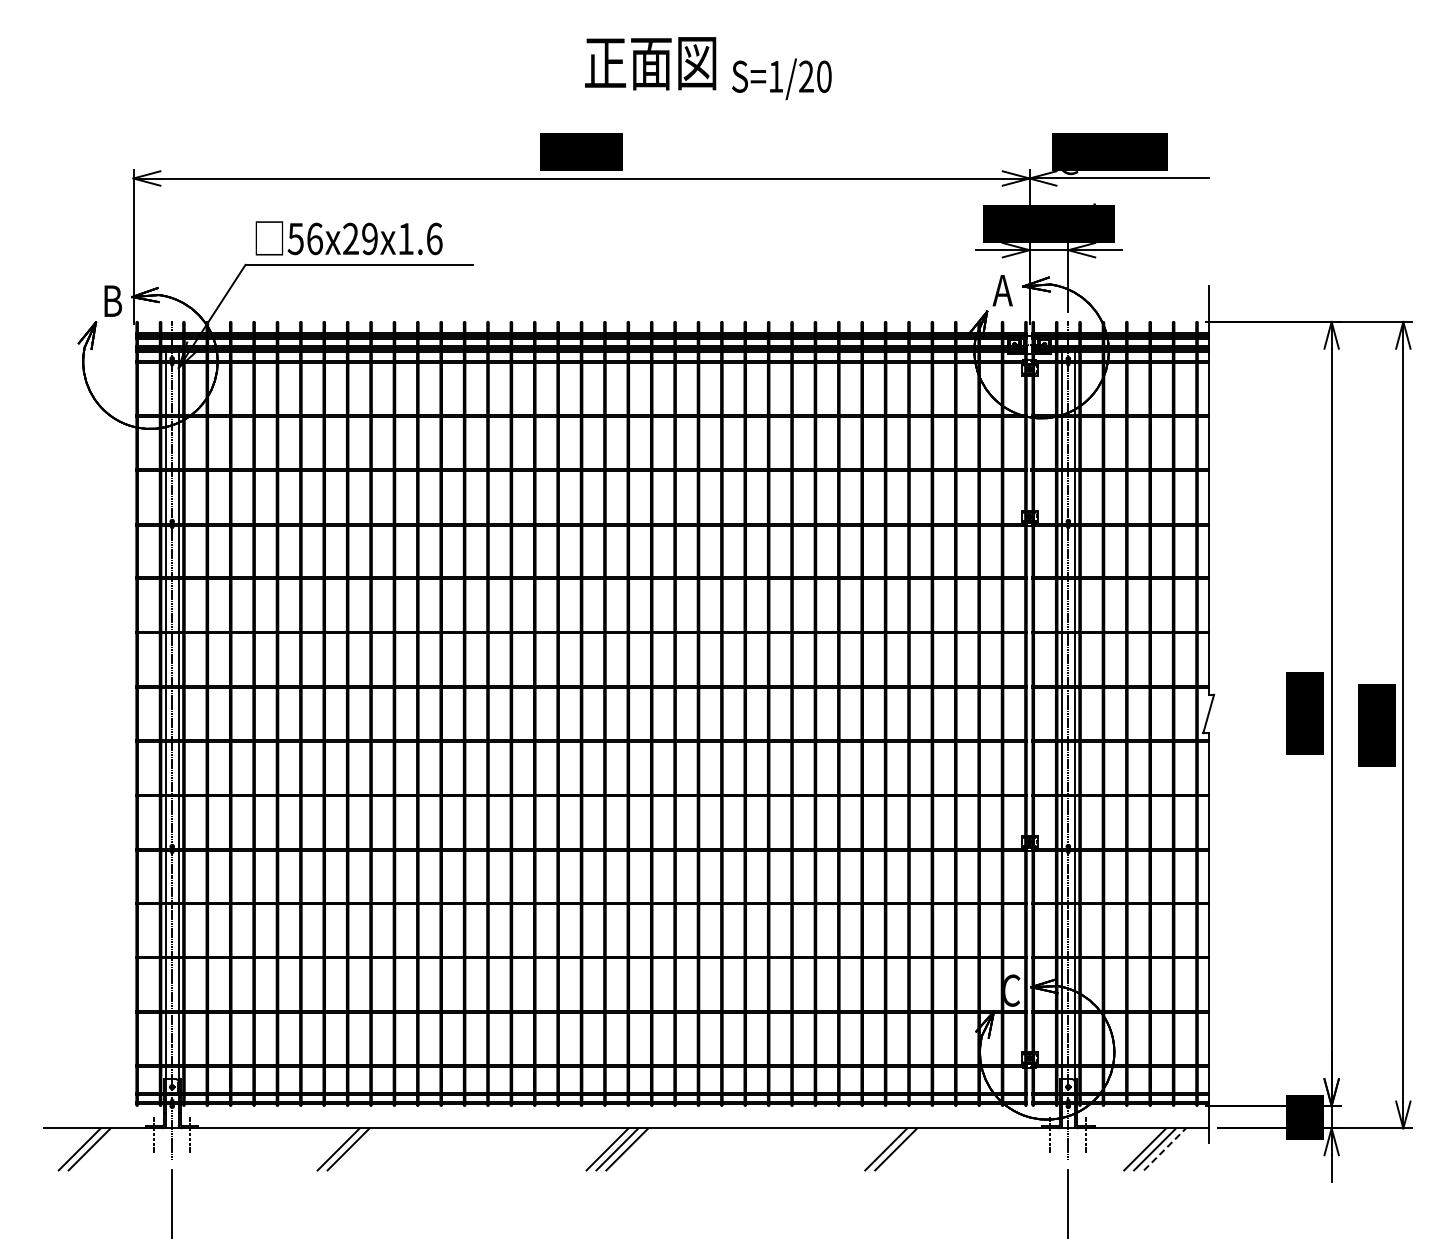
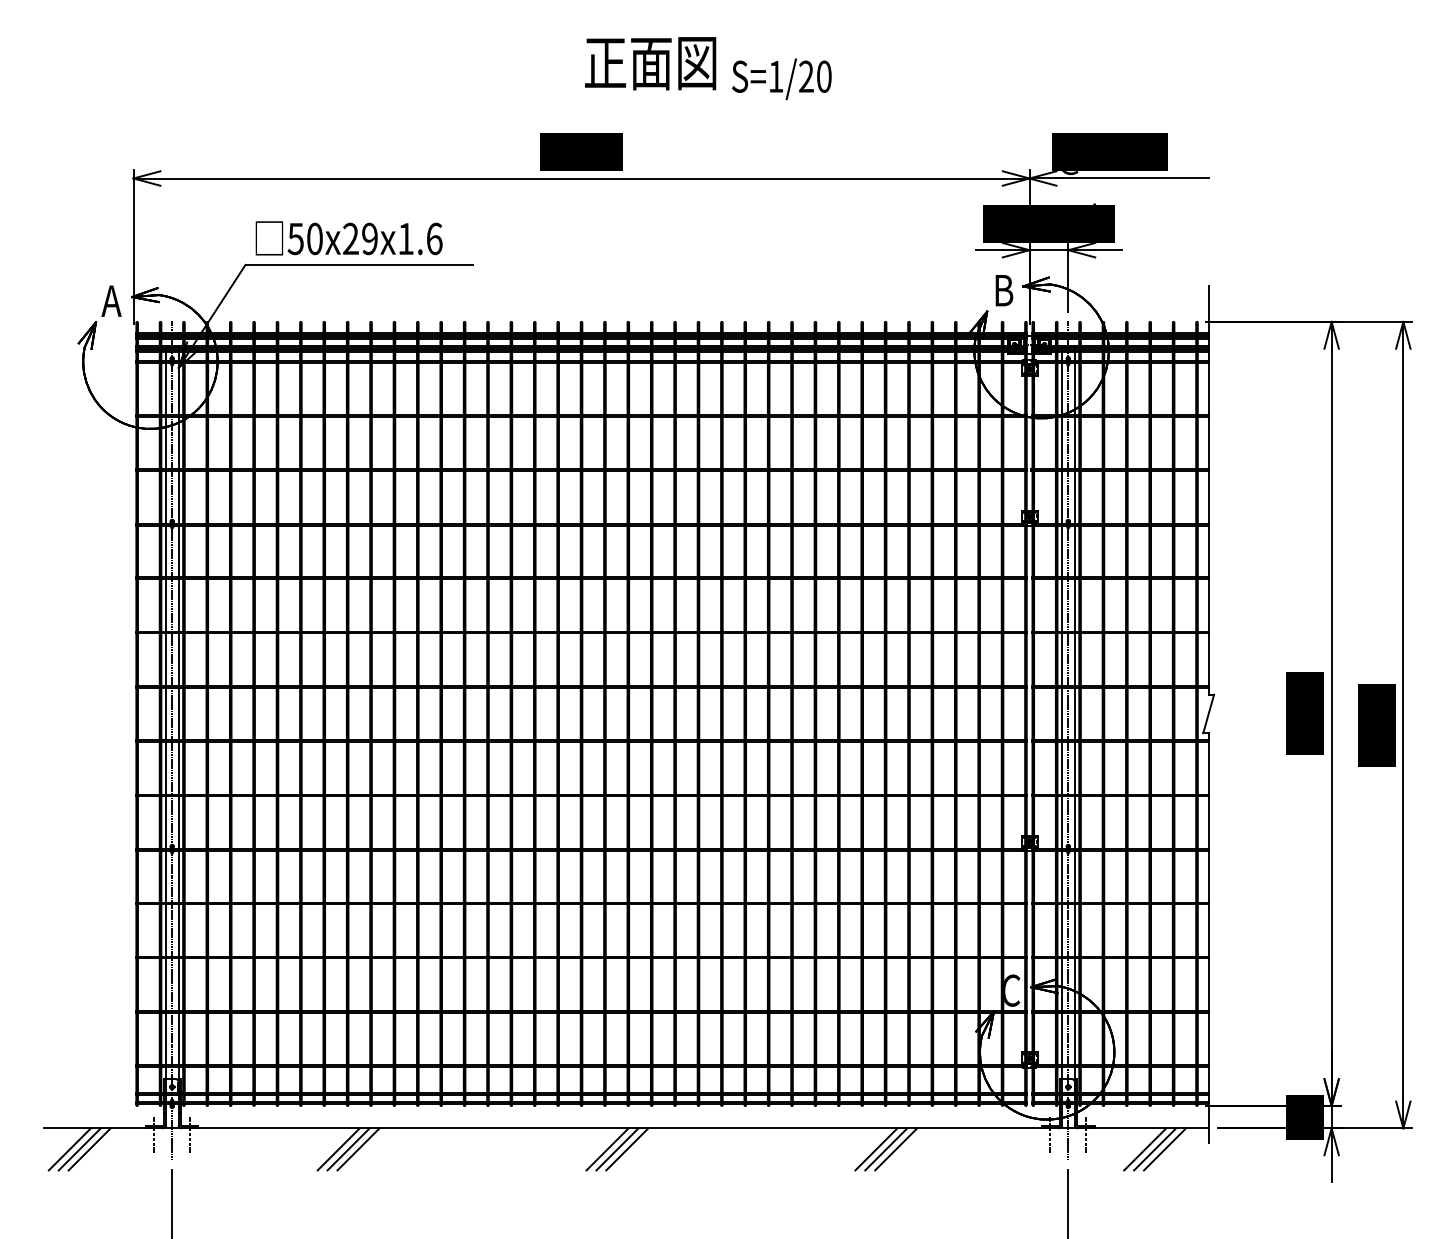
text at (314, 238): 56x29x1.6 -> 50x29x1.6
text at (1002, 290): A -> B
text at (111, 300): B -> A
line at (69, 1149): none -> present
line at (358, 1149): none -> present
line at (876, 1149): none -> present
line at (1165, 1149): dashed -> solid
